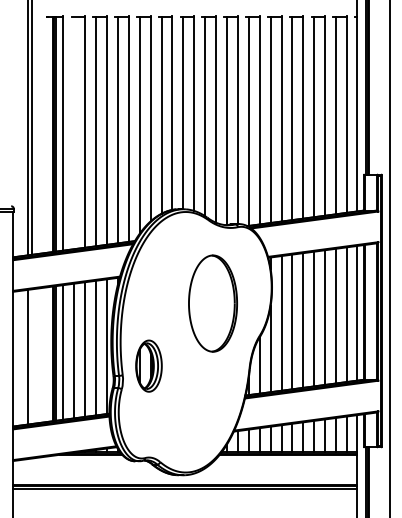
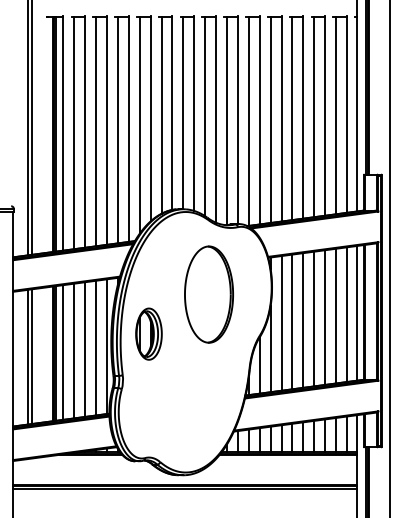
line at (74, 133): none -> present
part at (212, 303) position: (212, 303) -> (208, 294)
line at (32, 356): none -> present
part at (148, 365) position: (148, 365) -> (148, 333)
